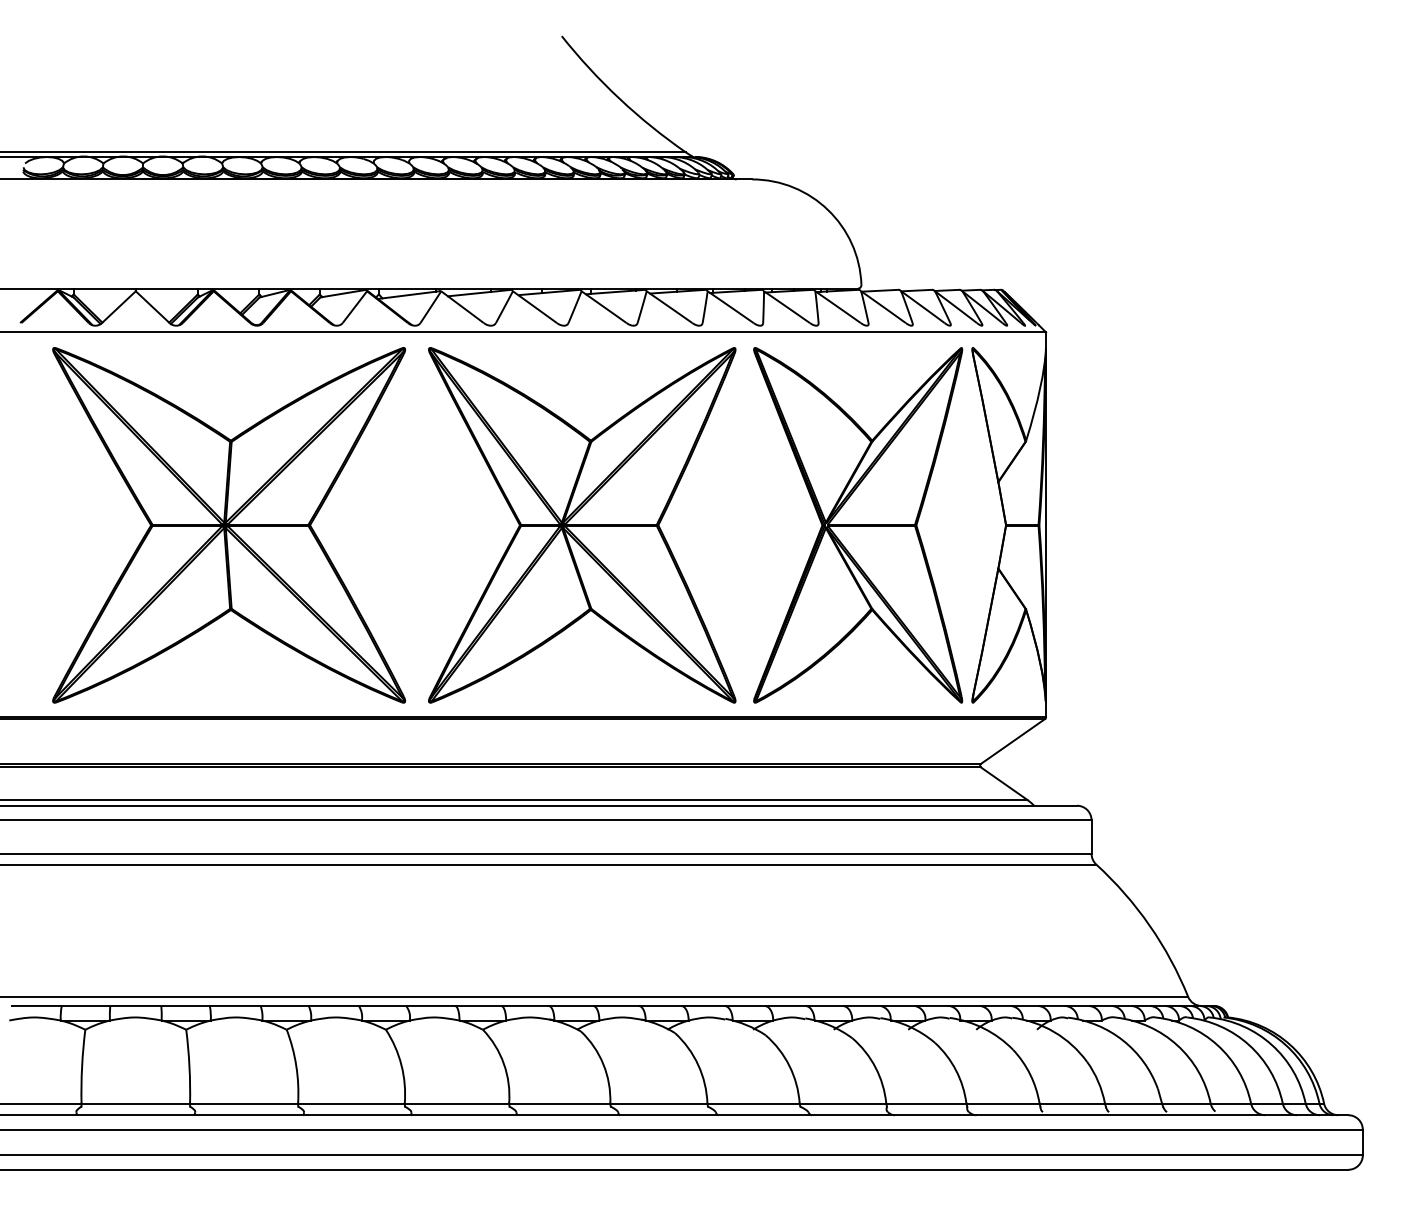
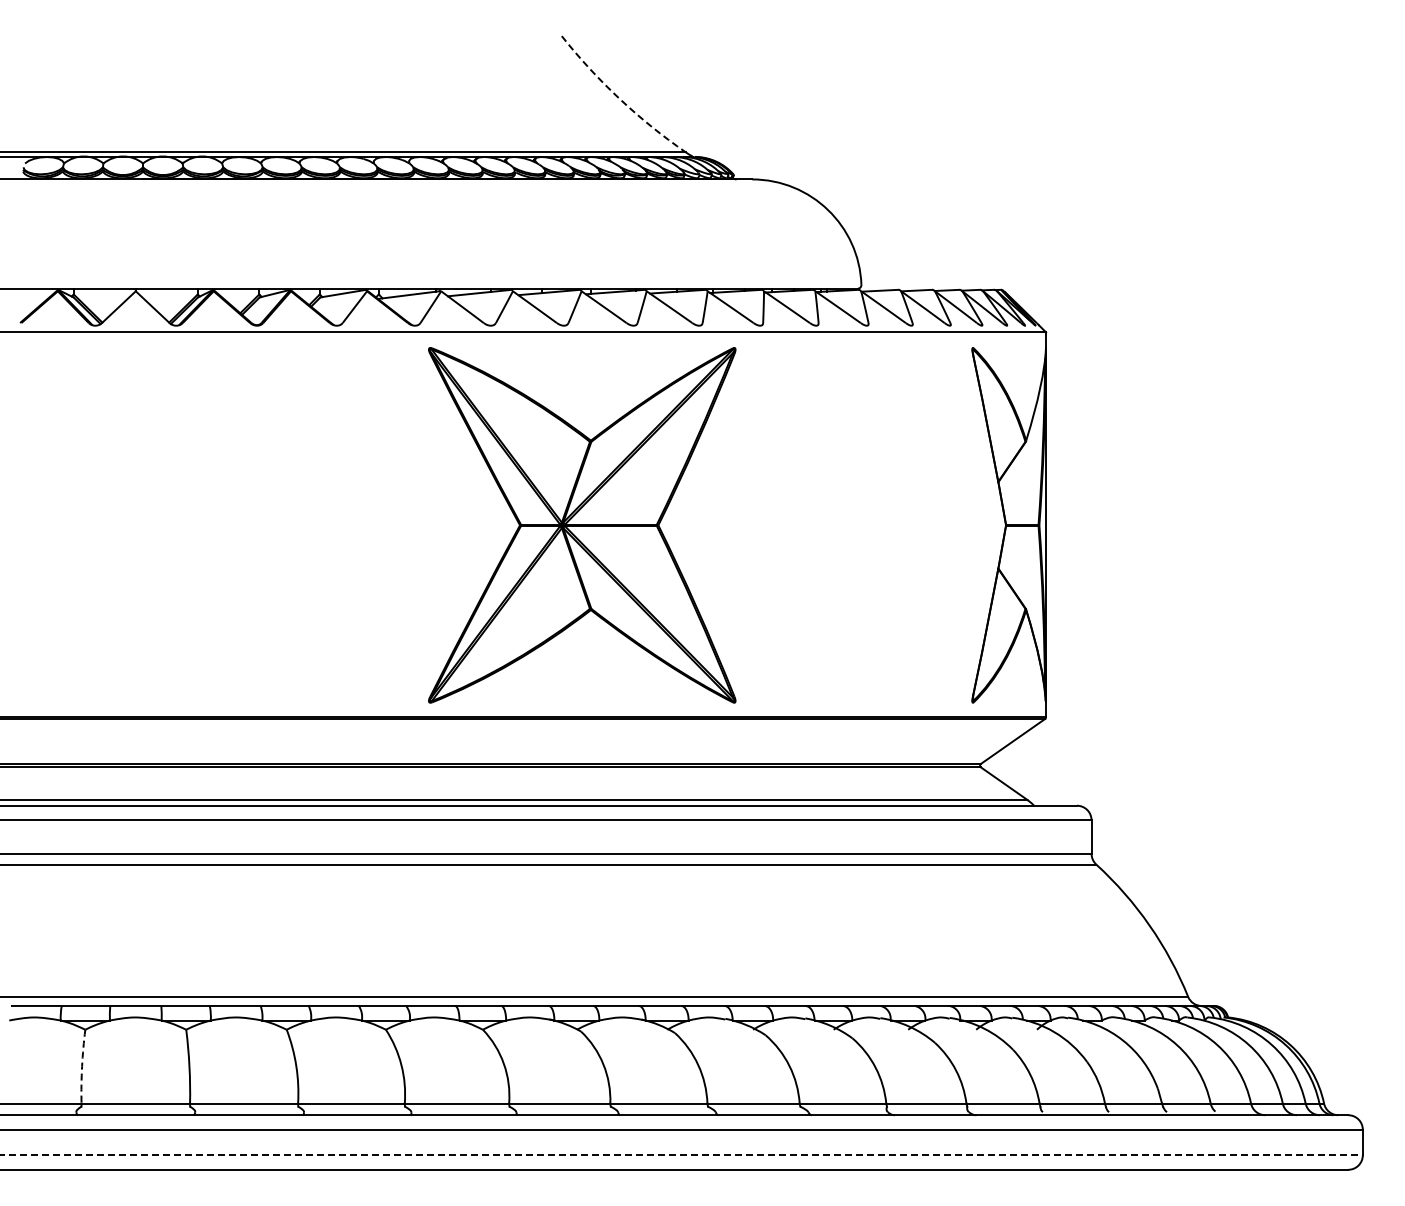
arc at (619, 98): solid -> dashed
part at (229, 525): present -> none
part at (858, 525): present -> none
arc at (82, 1066): solid -> dashed
line at (682, 1155): solid -> dashed
